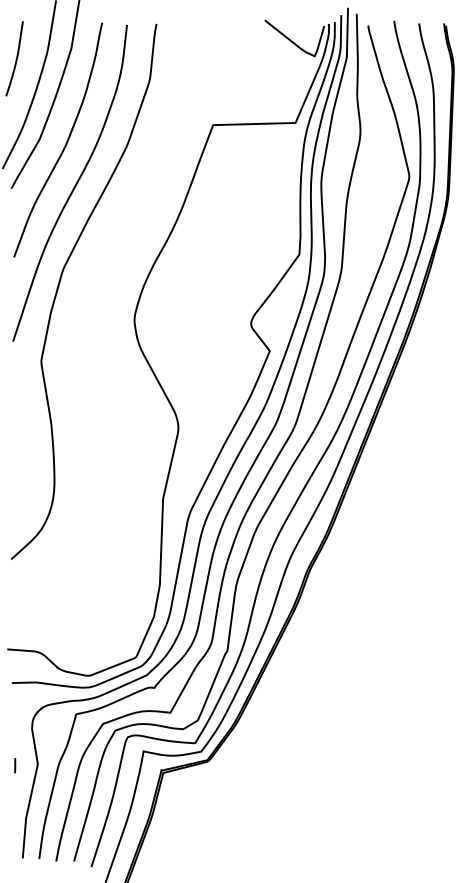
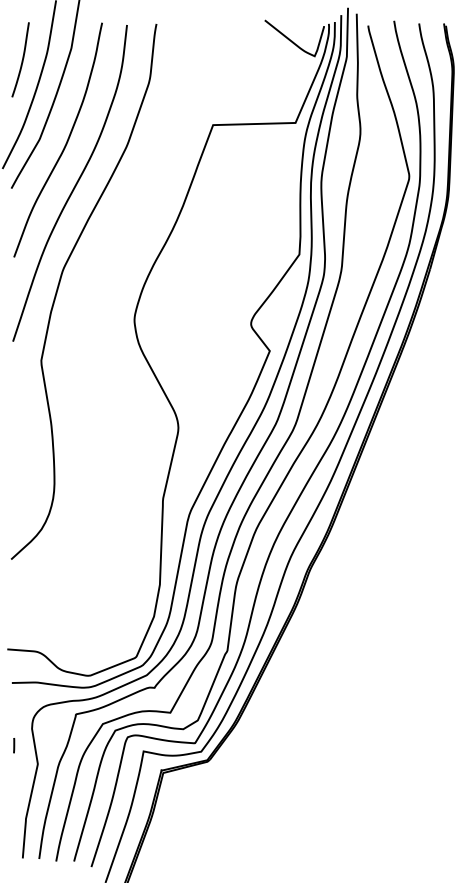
curve at (15, 59) position: (15, 59) -> (21, 60)
line at (15, 765) position: (15, 765) -> (14, 745)
